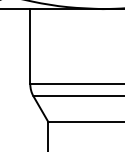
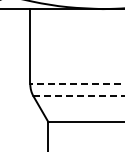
line at (77, 84): solid -> dashed
line at (78, 96): solid -> dashed
